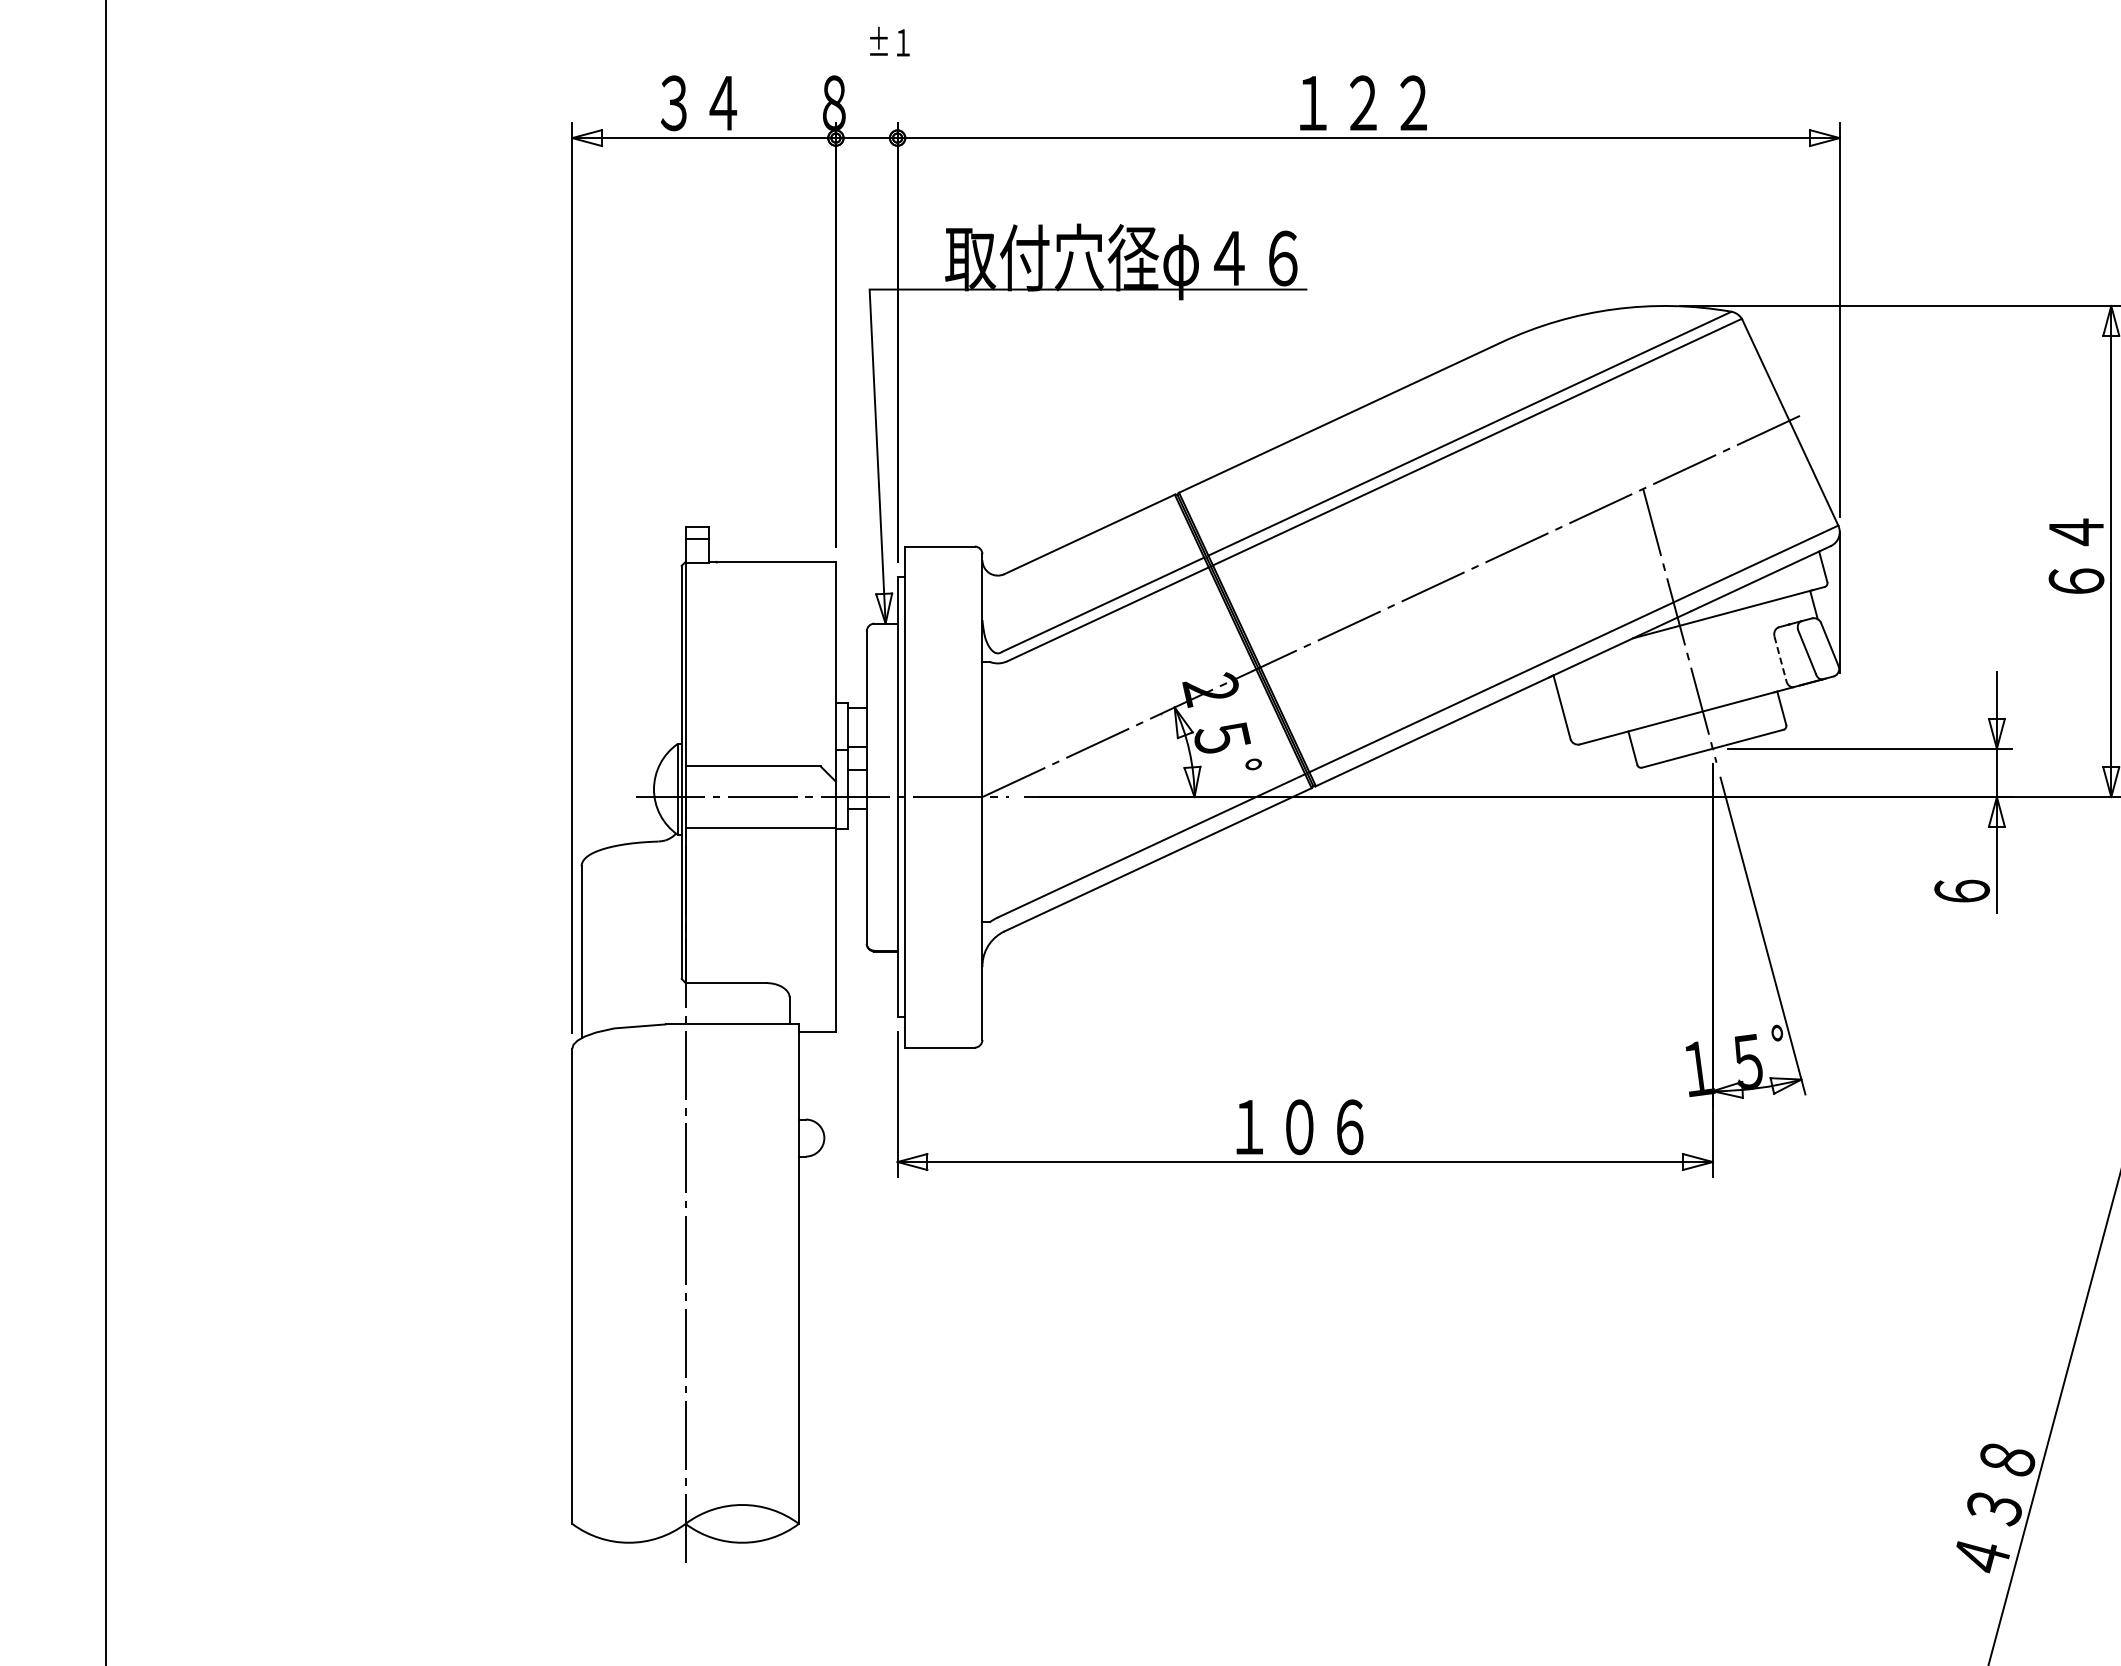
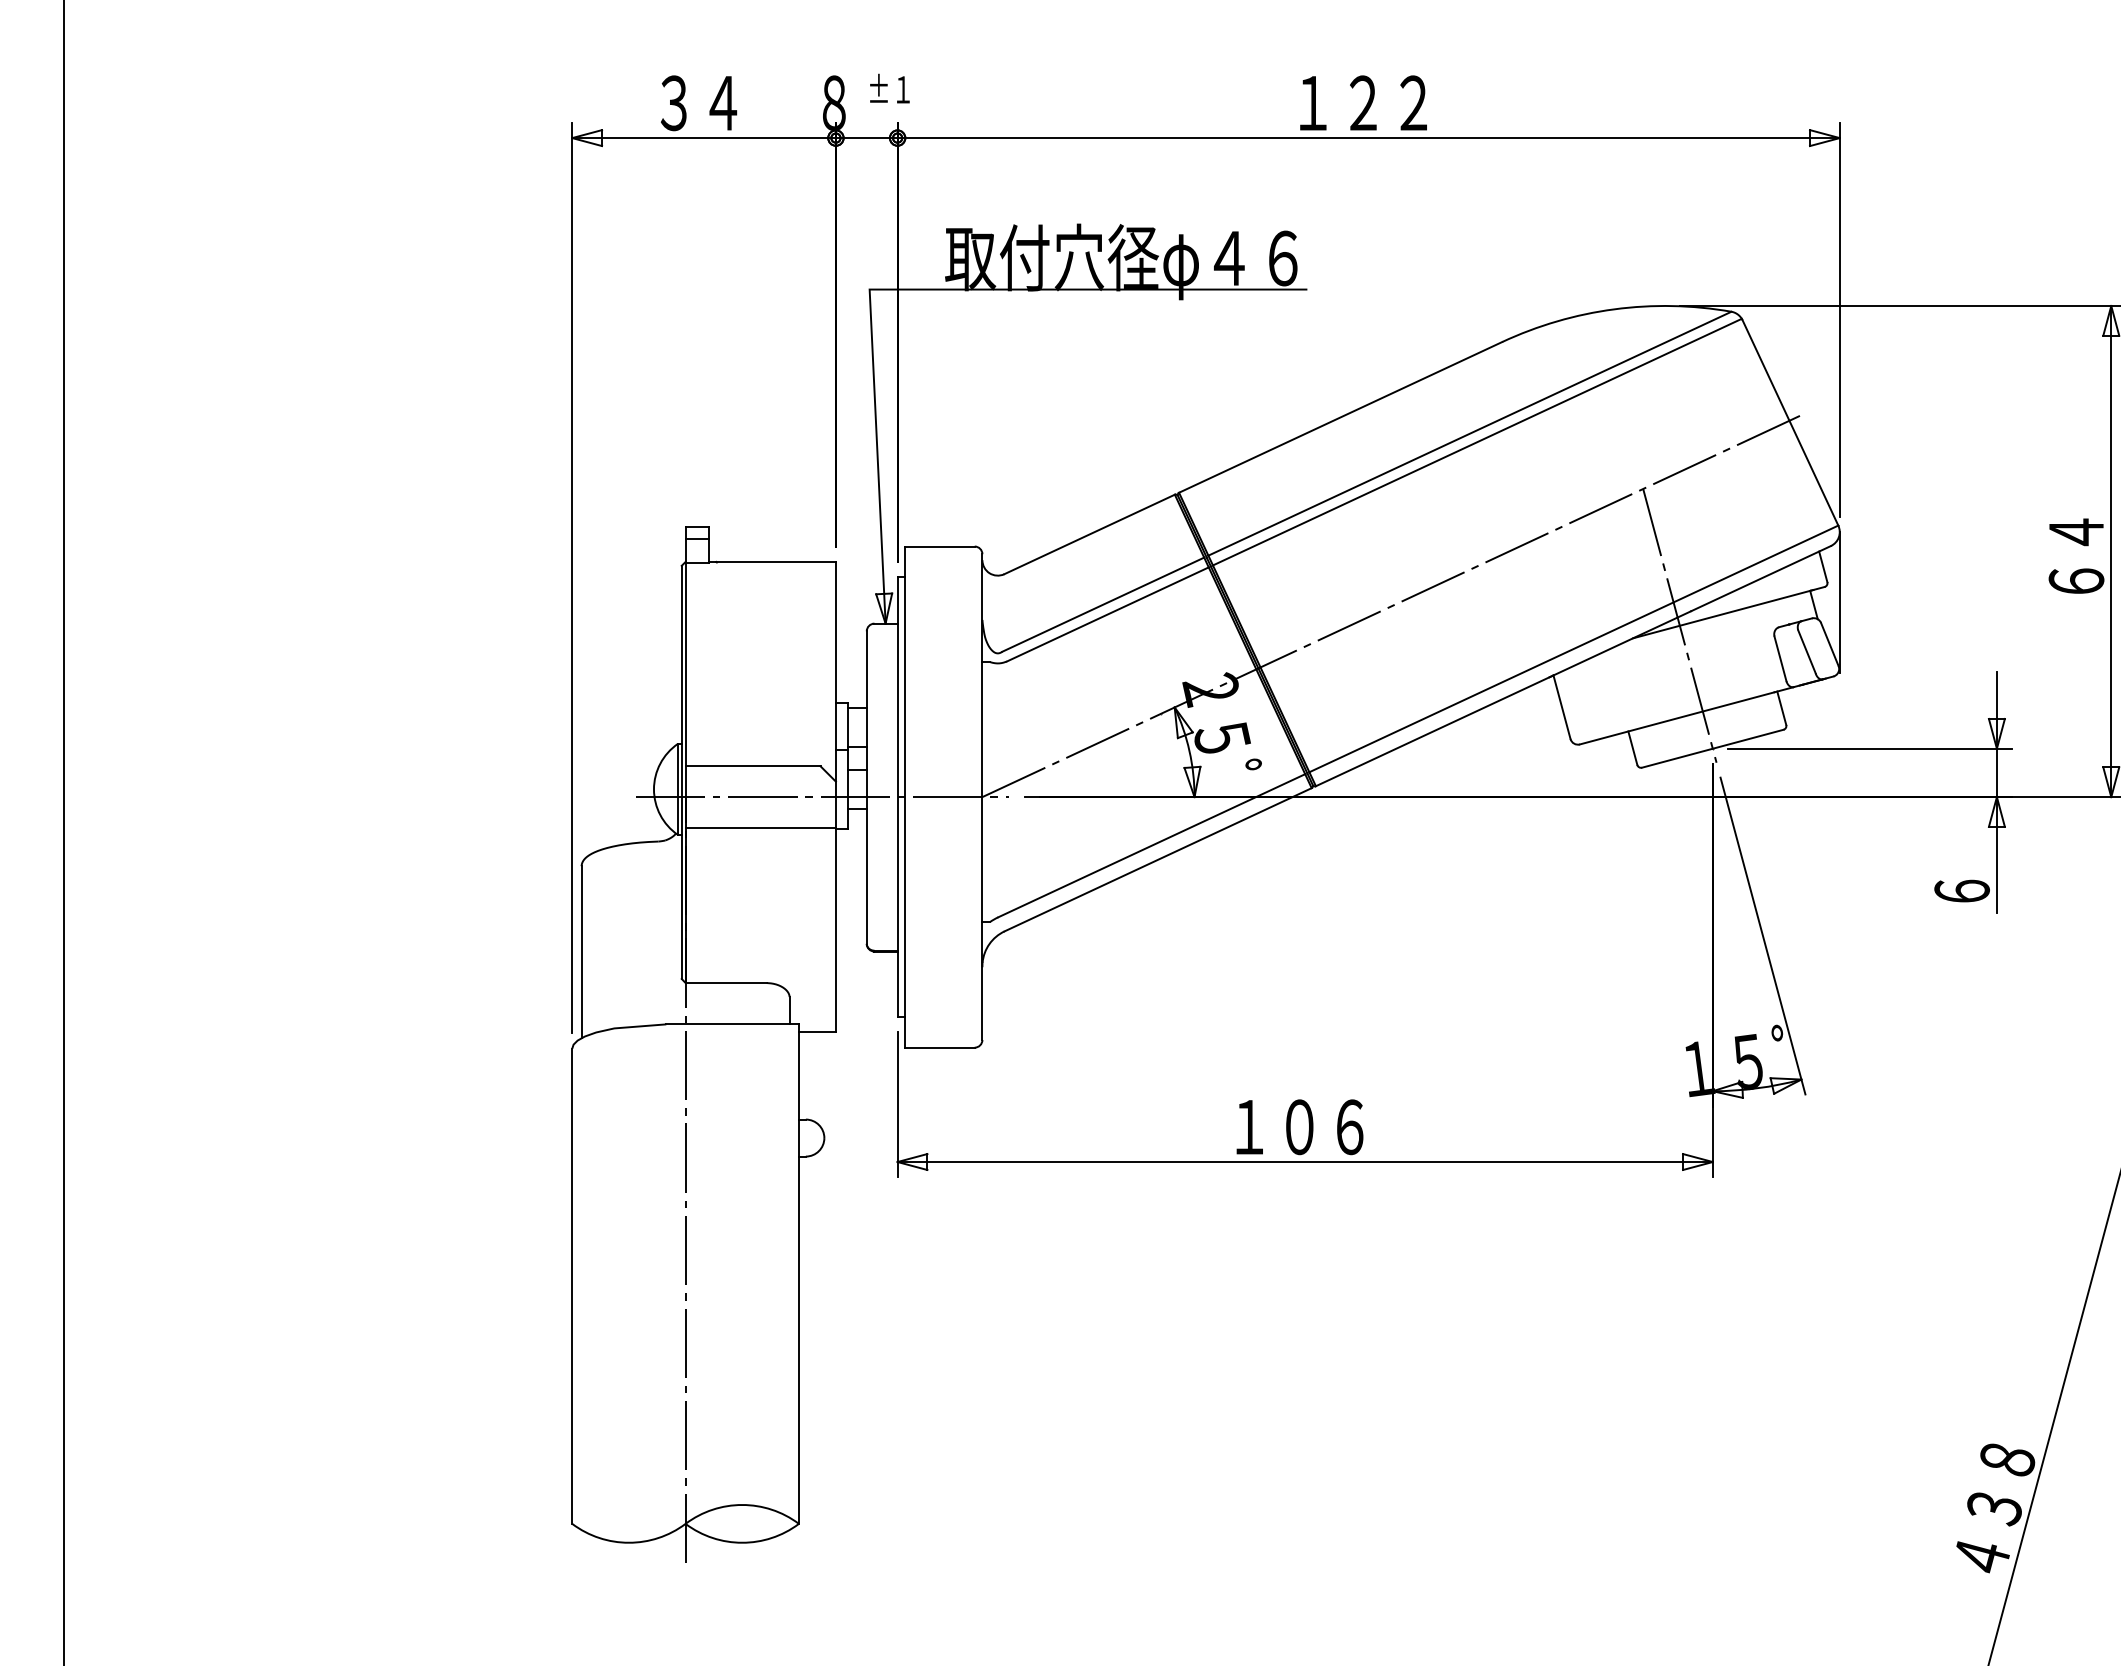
text at (889, 41) position: (889, 41) -> (889, 88)
line at (1780, 659): dashed -> solid
line at (105, 832) position: (105, 832) -> (63, 832)
